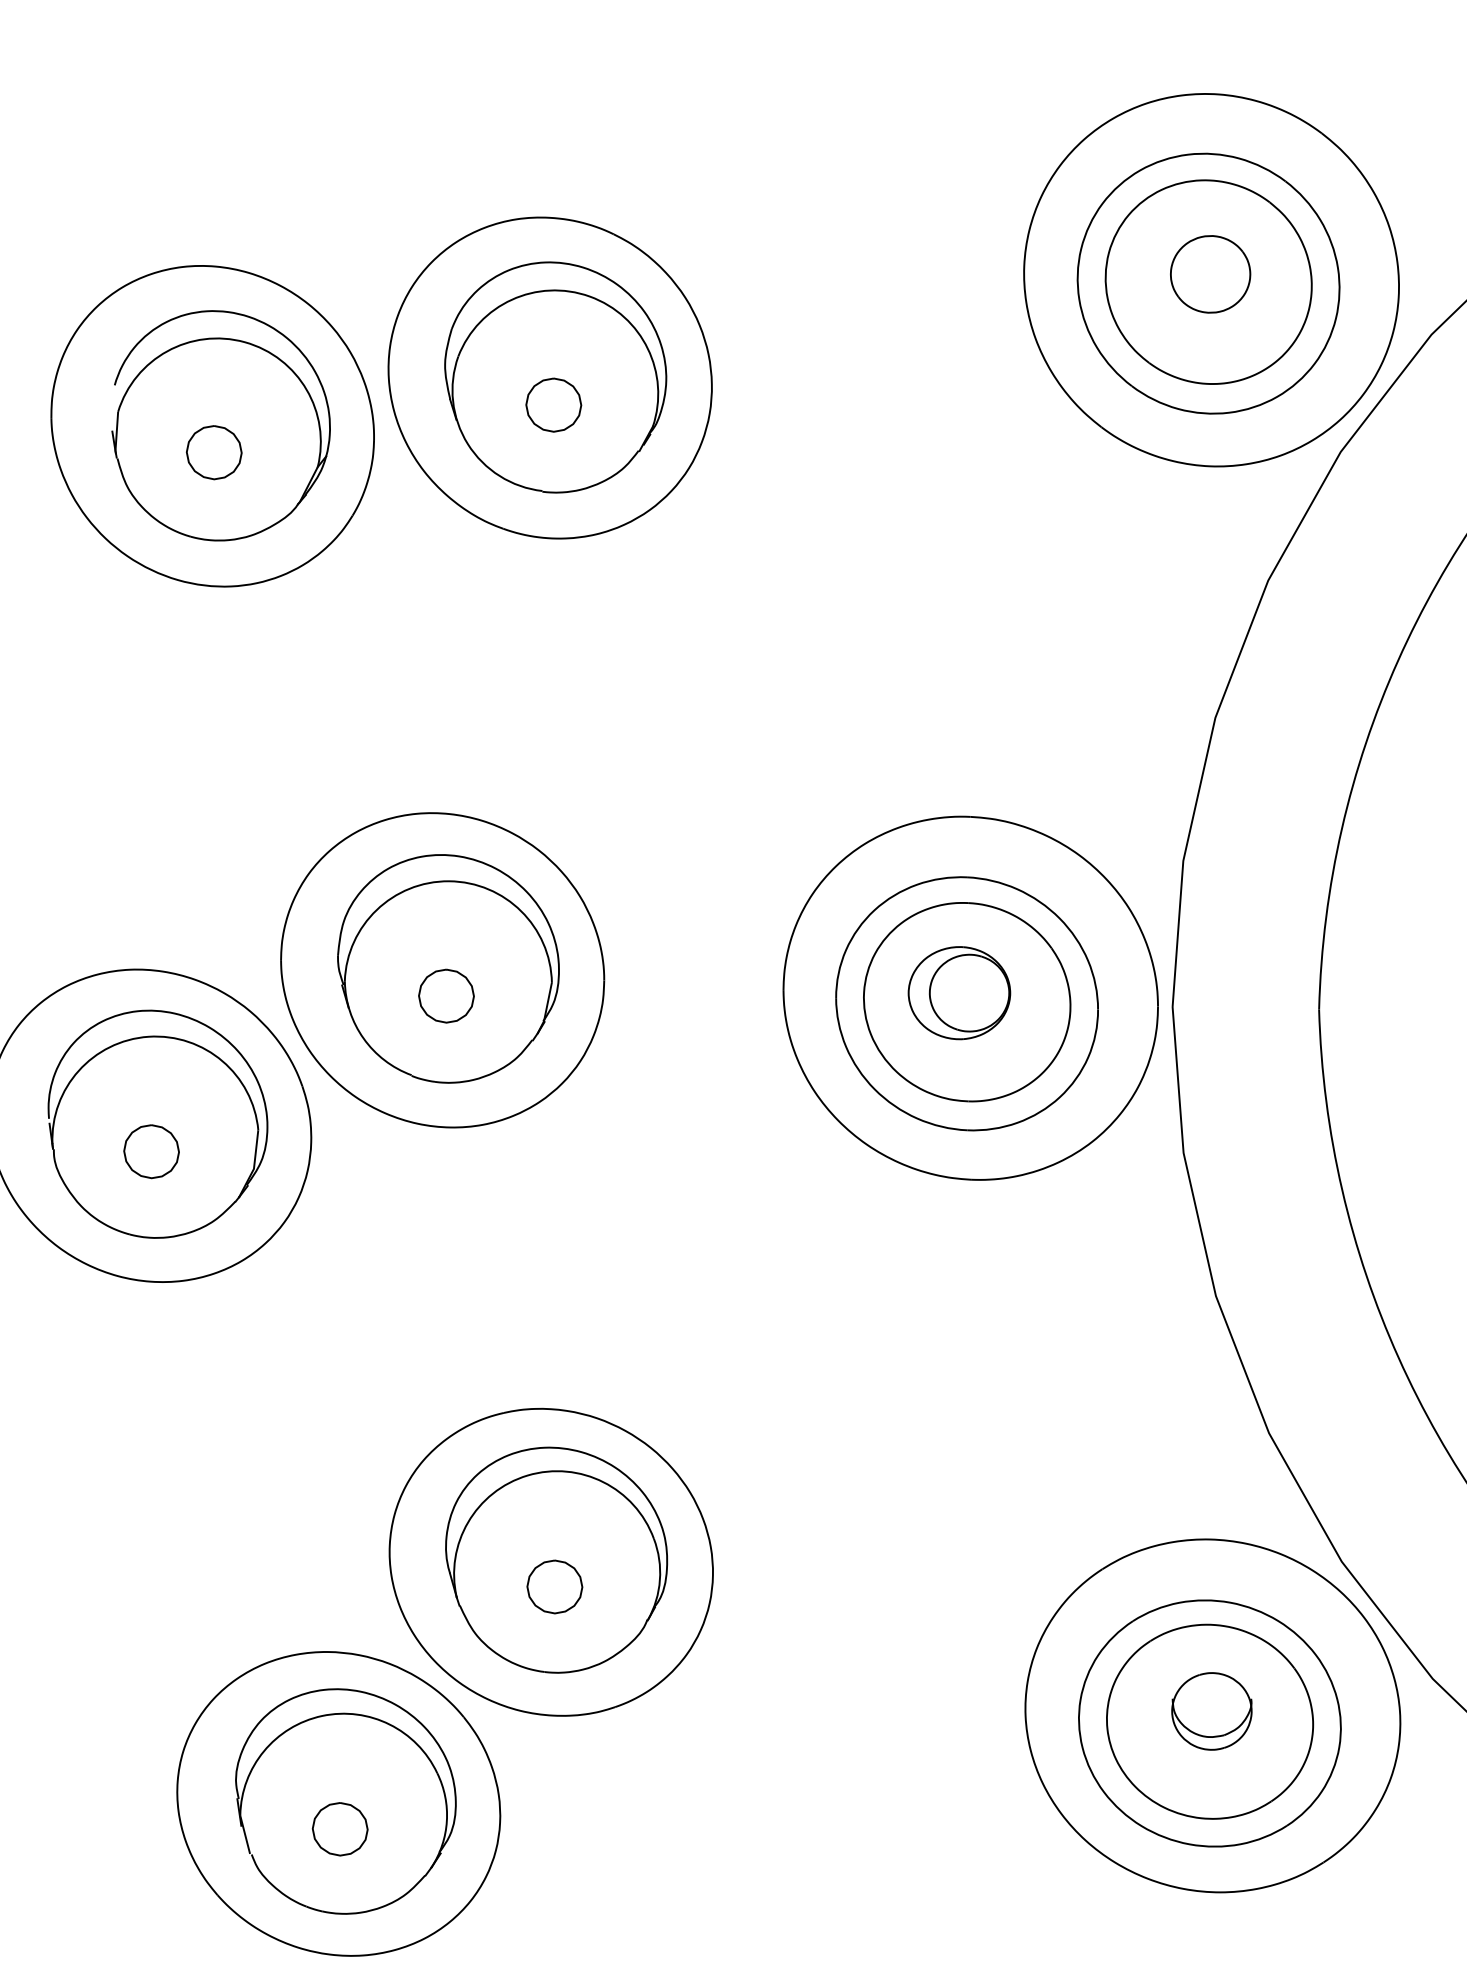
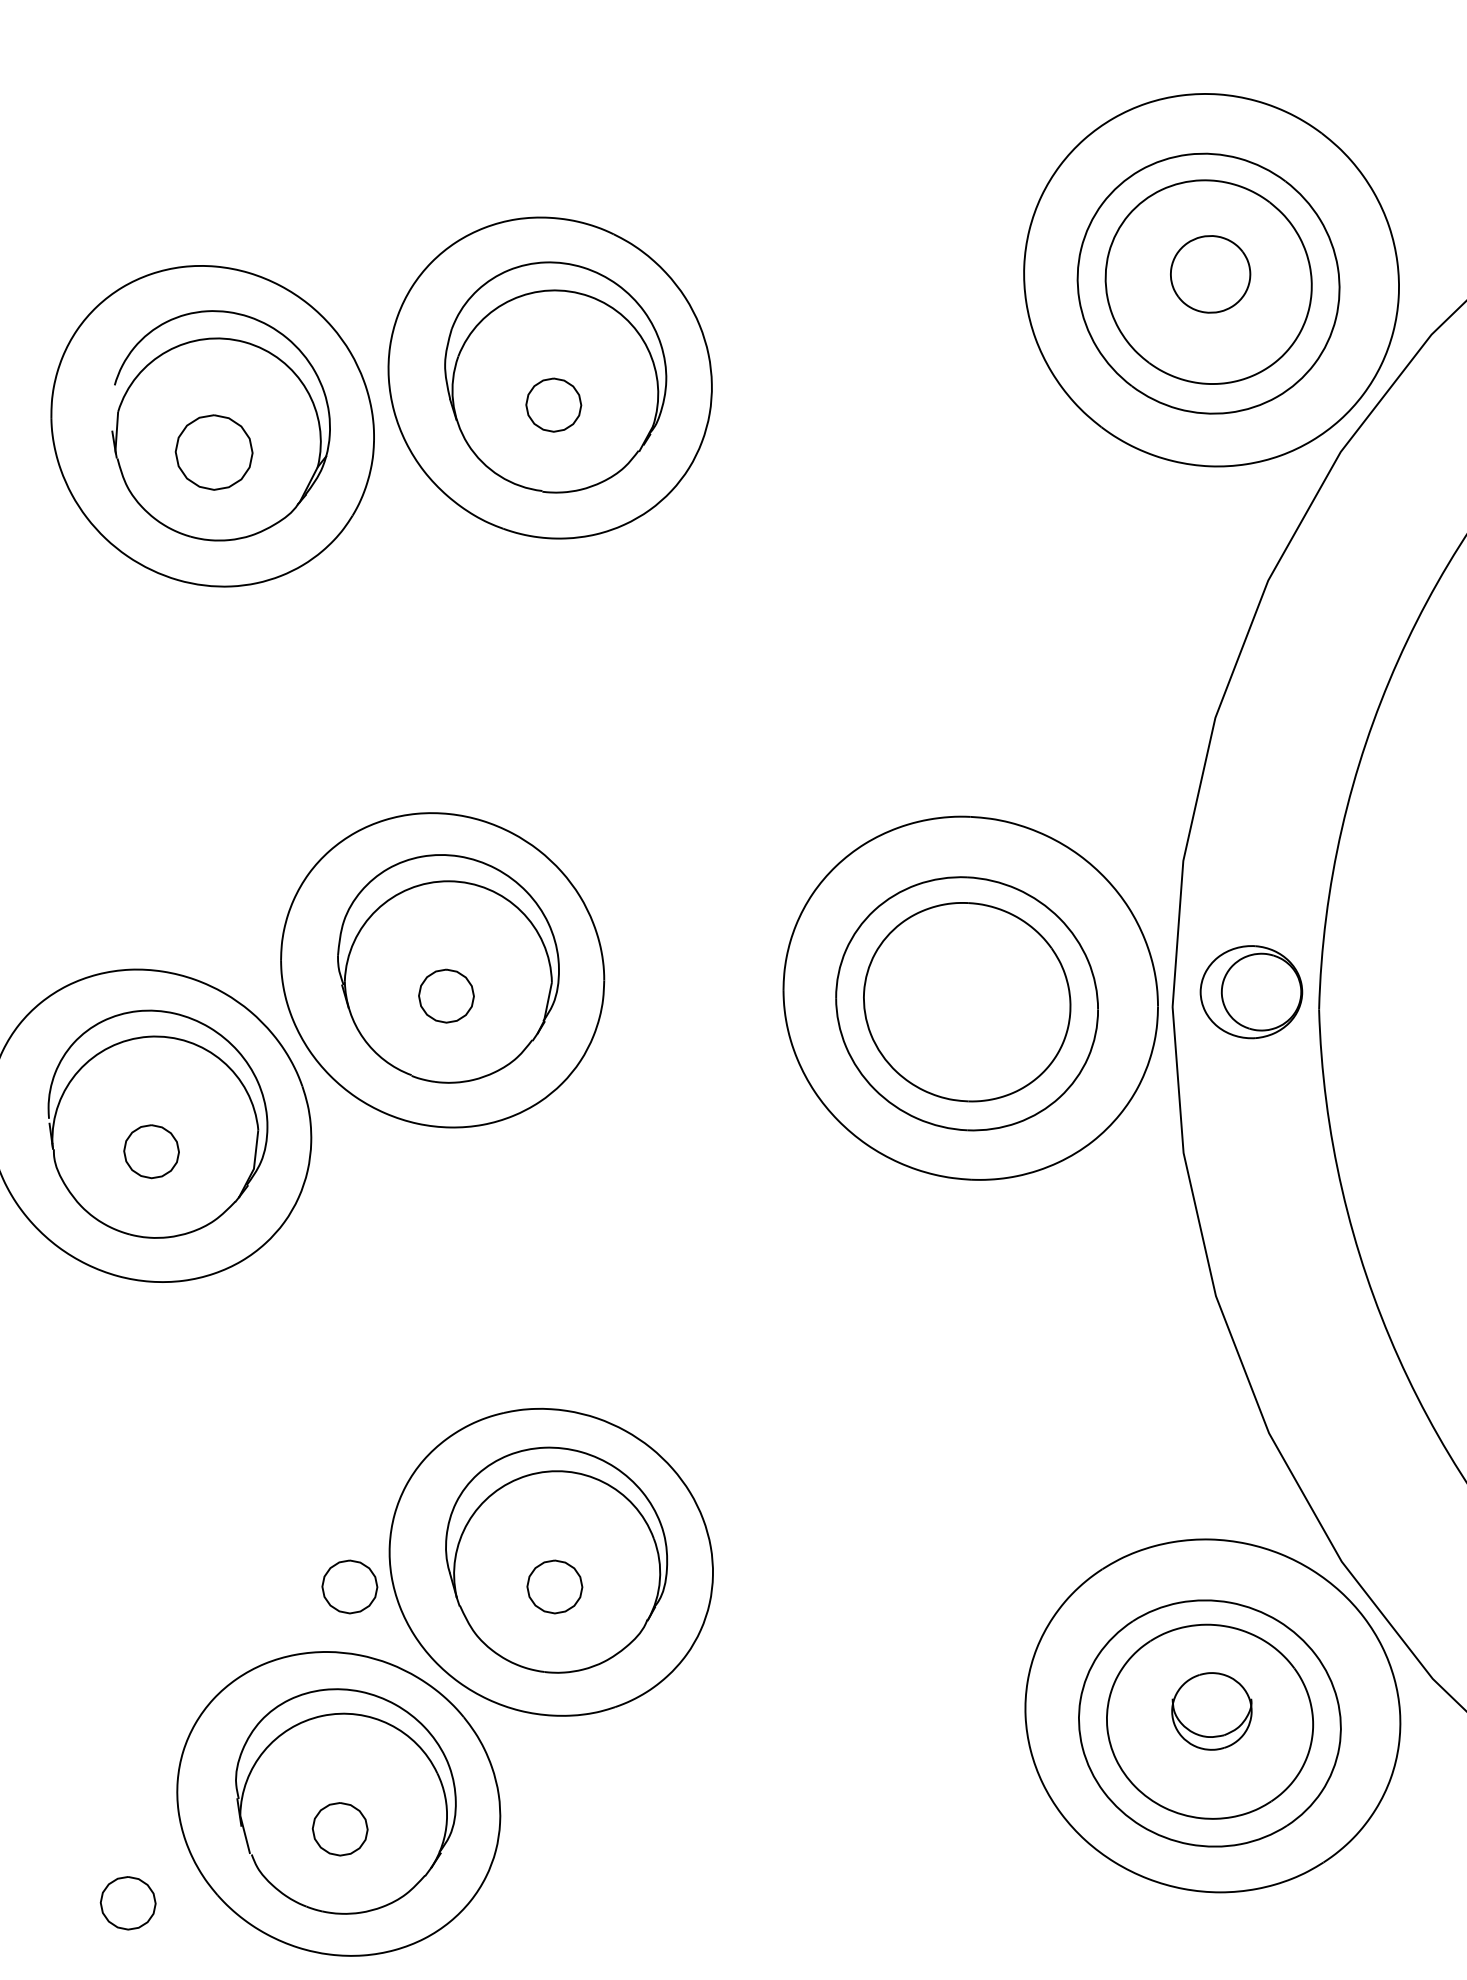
part at (214, 452) size: 57x56 px -> 80x77 px
part at (959, 993) position: (959, 993) -> (1251, 992)
part at (349, 1586): none -> present
part at (127, 1903): none -> present
